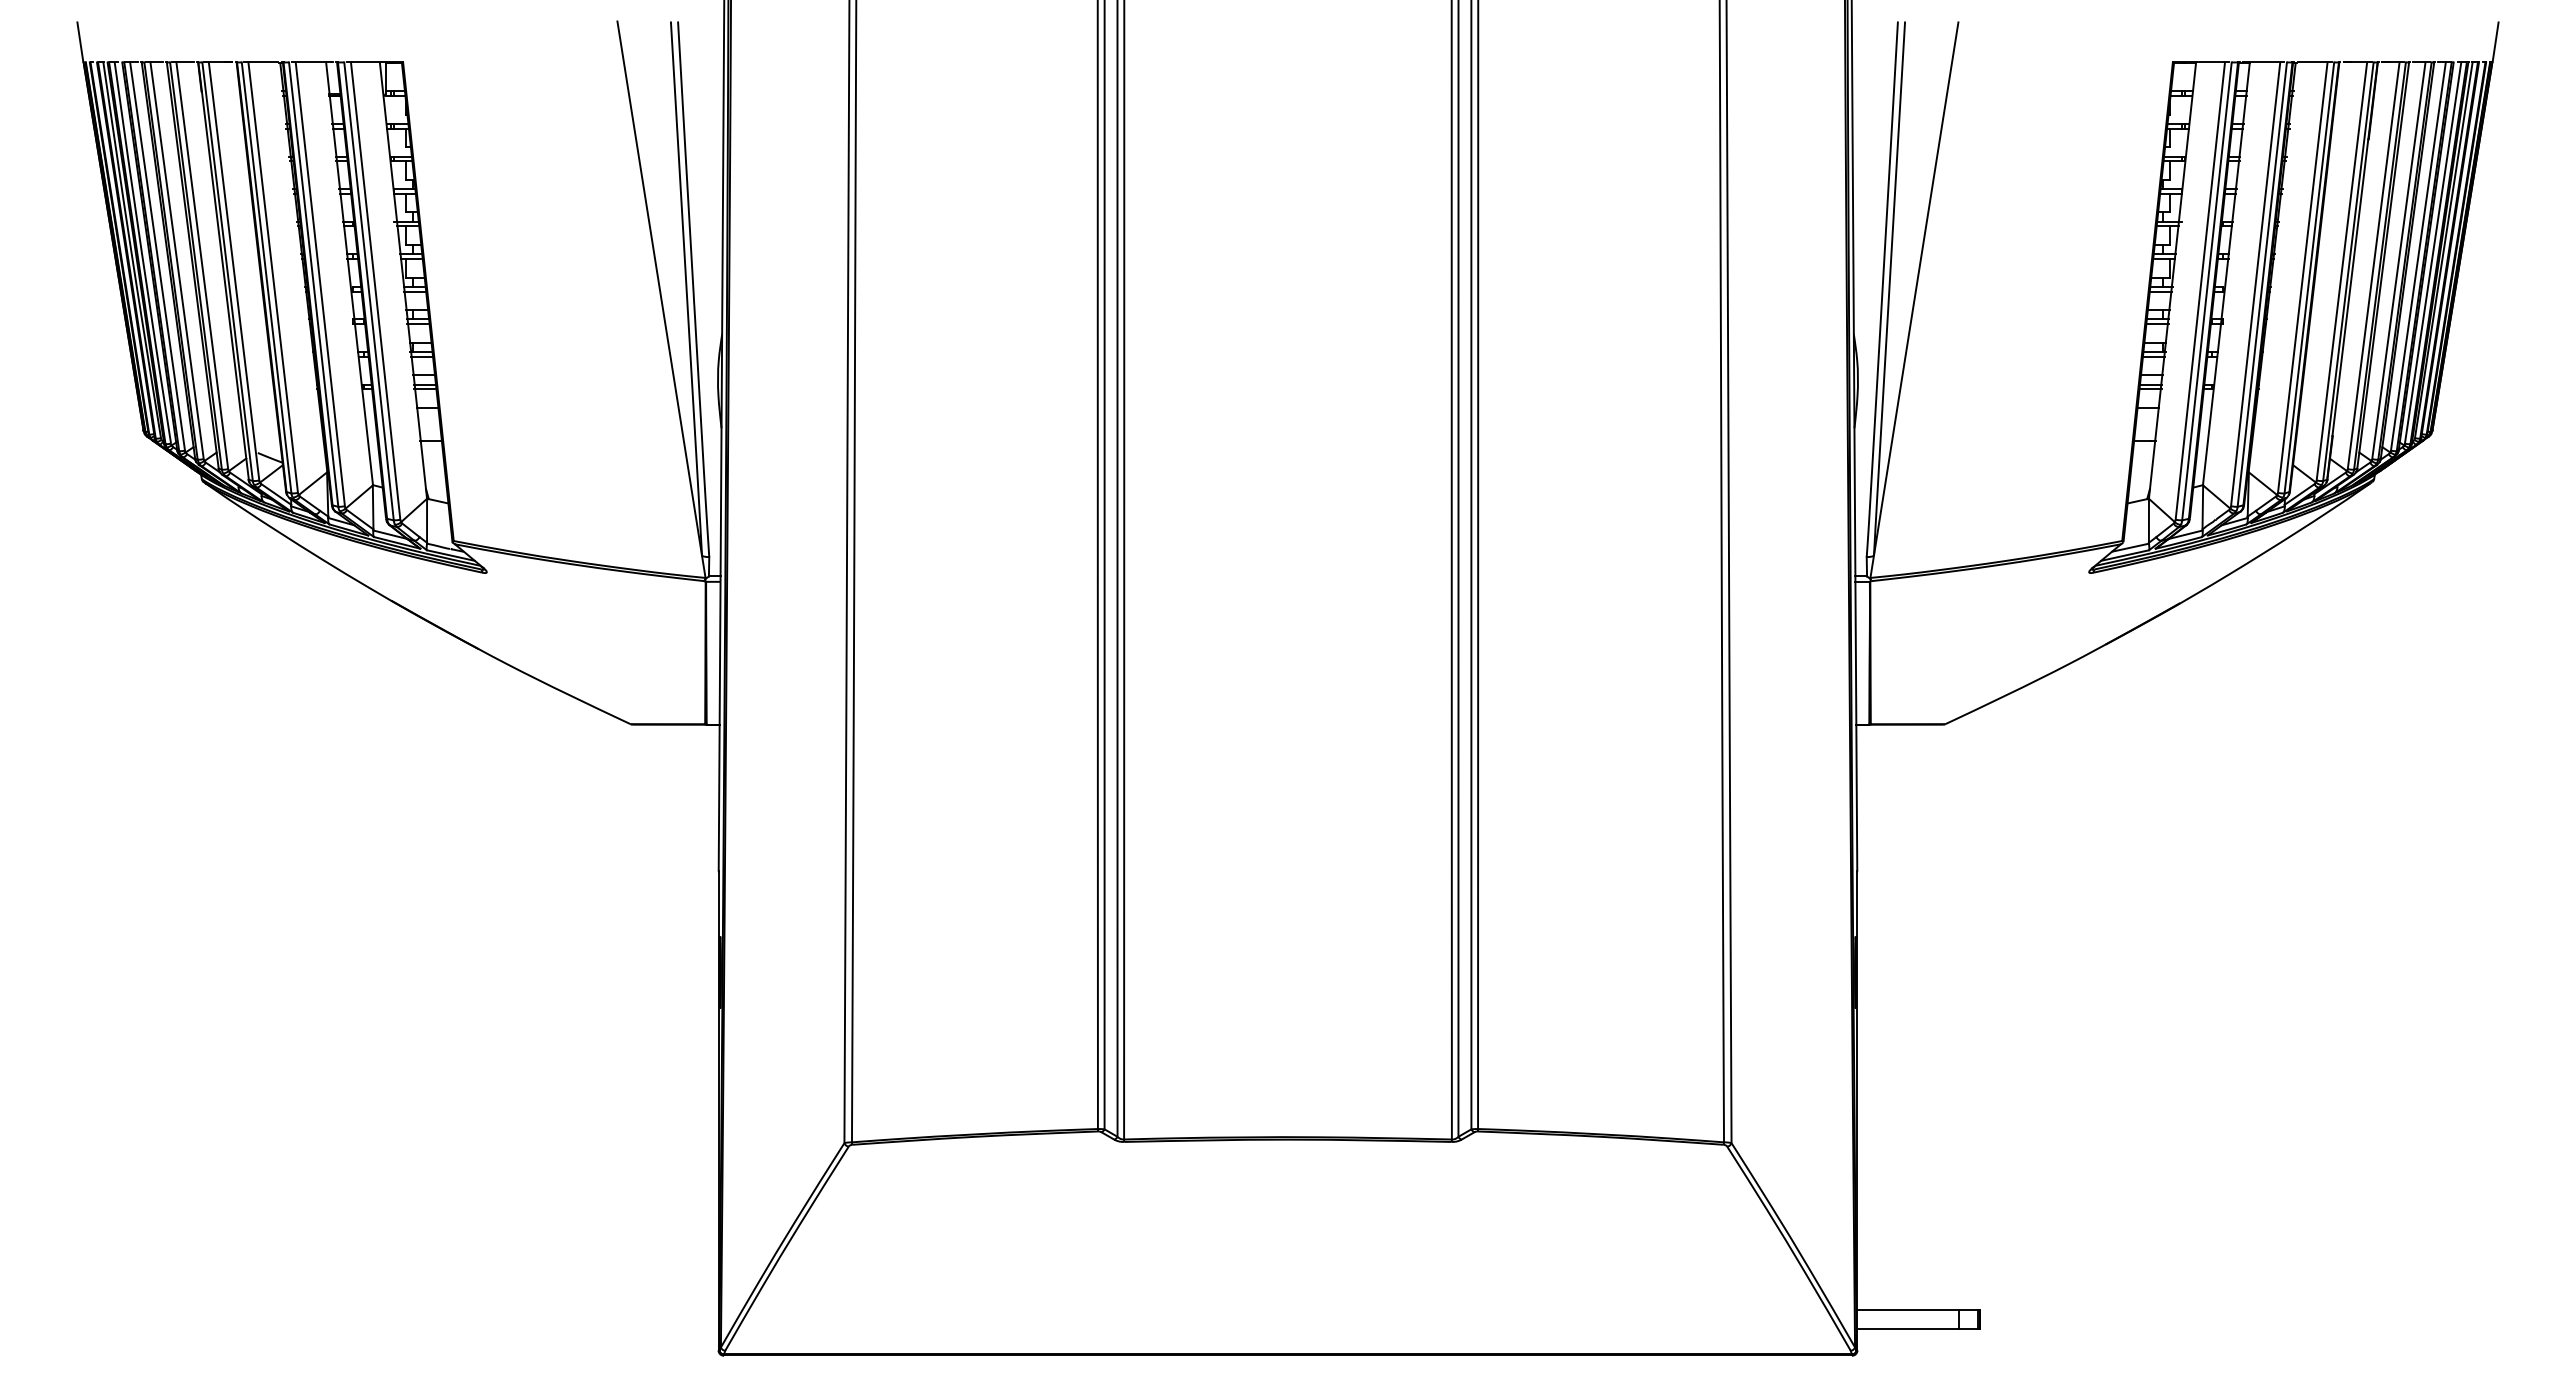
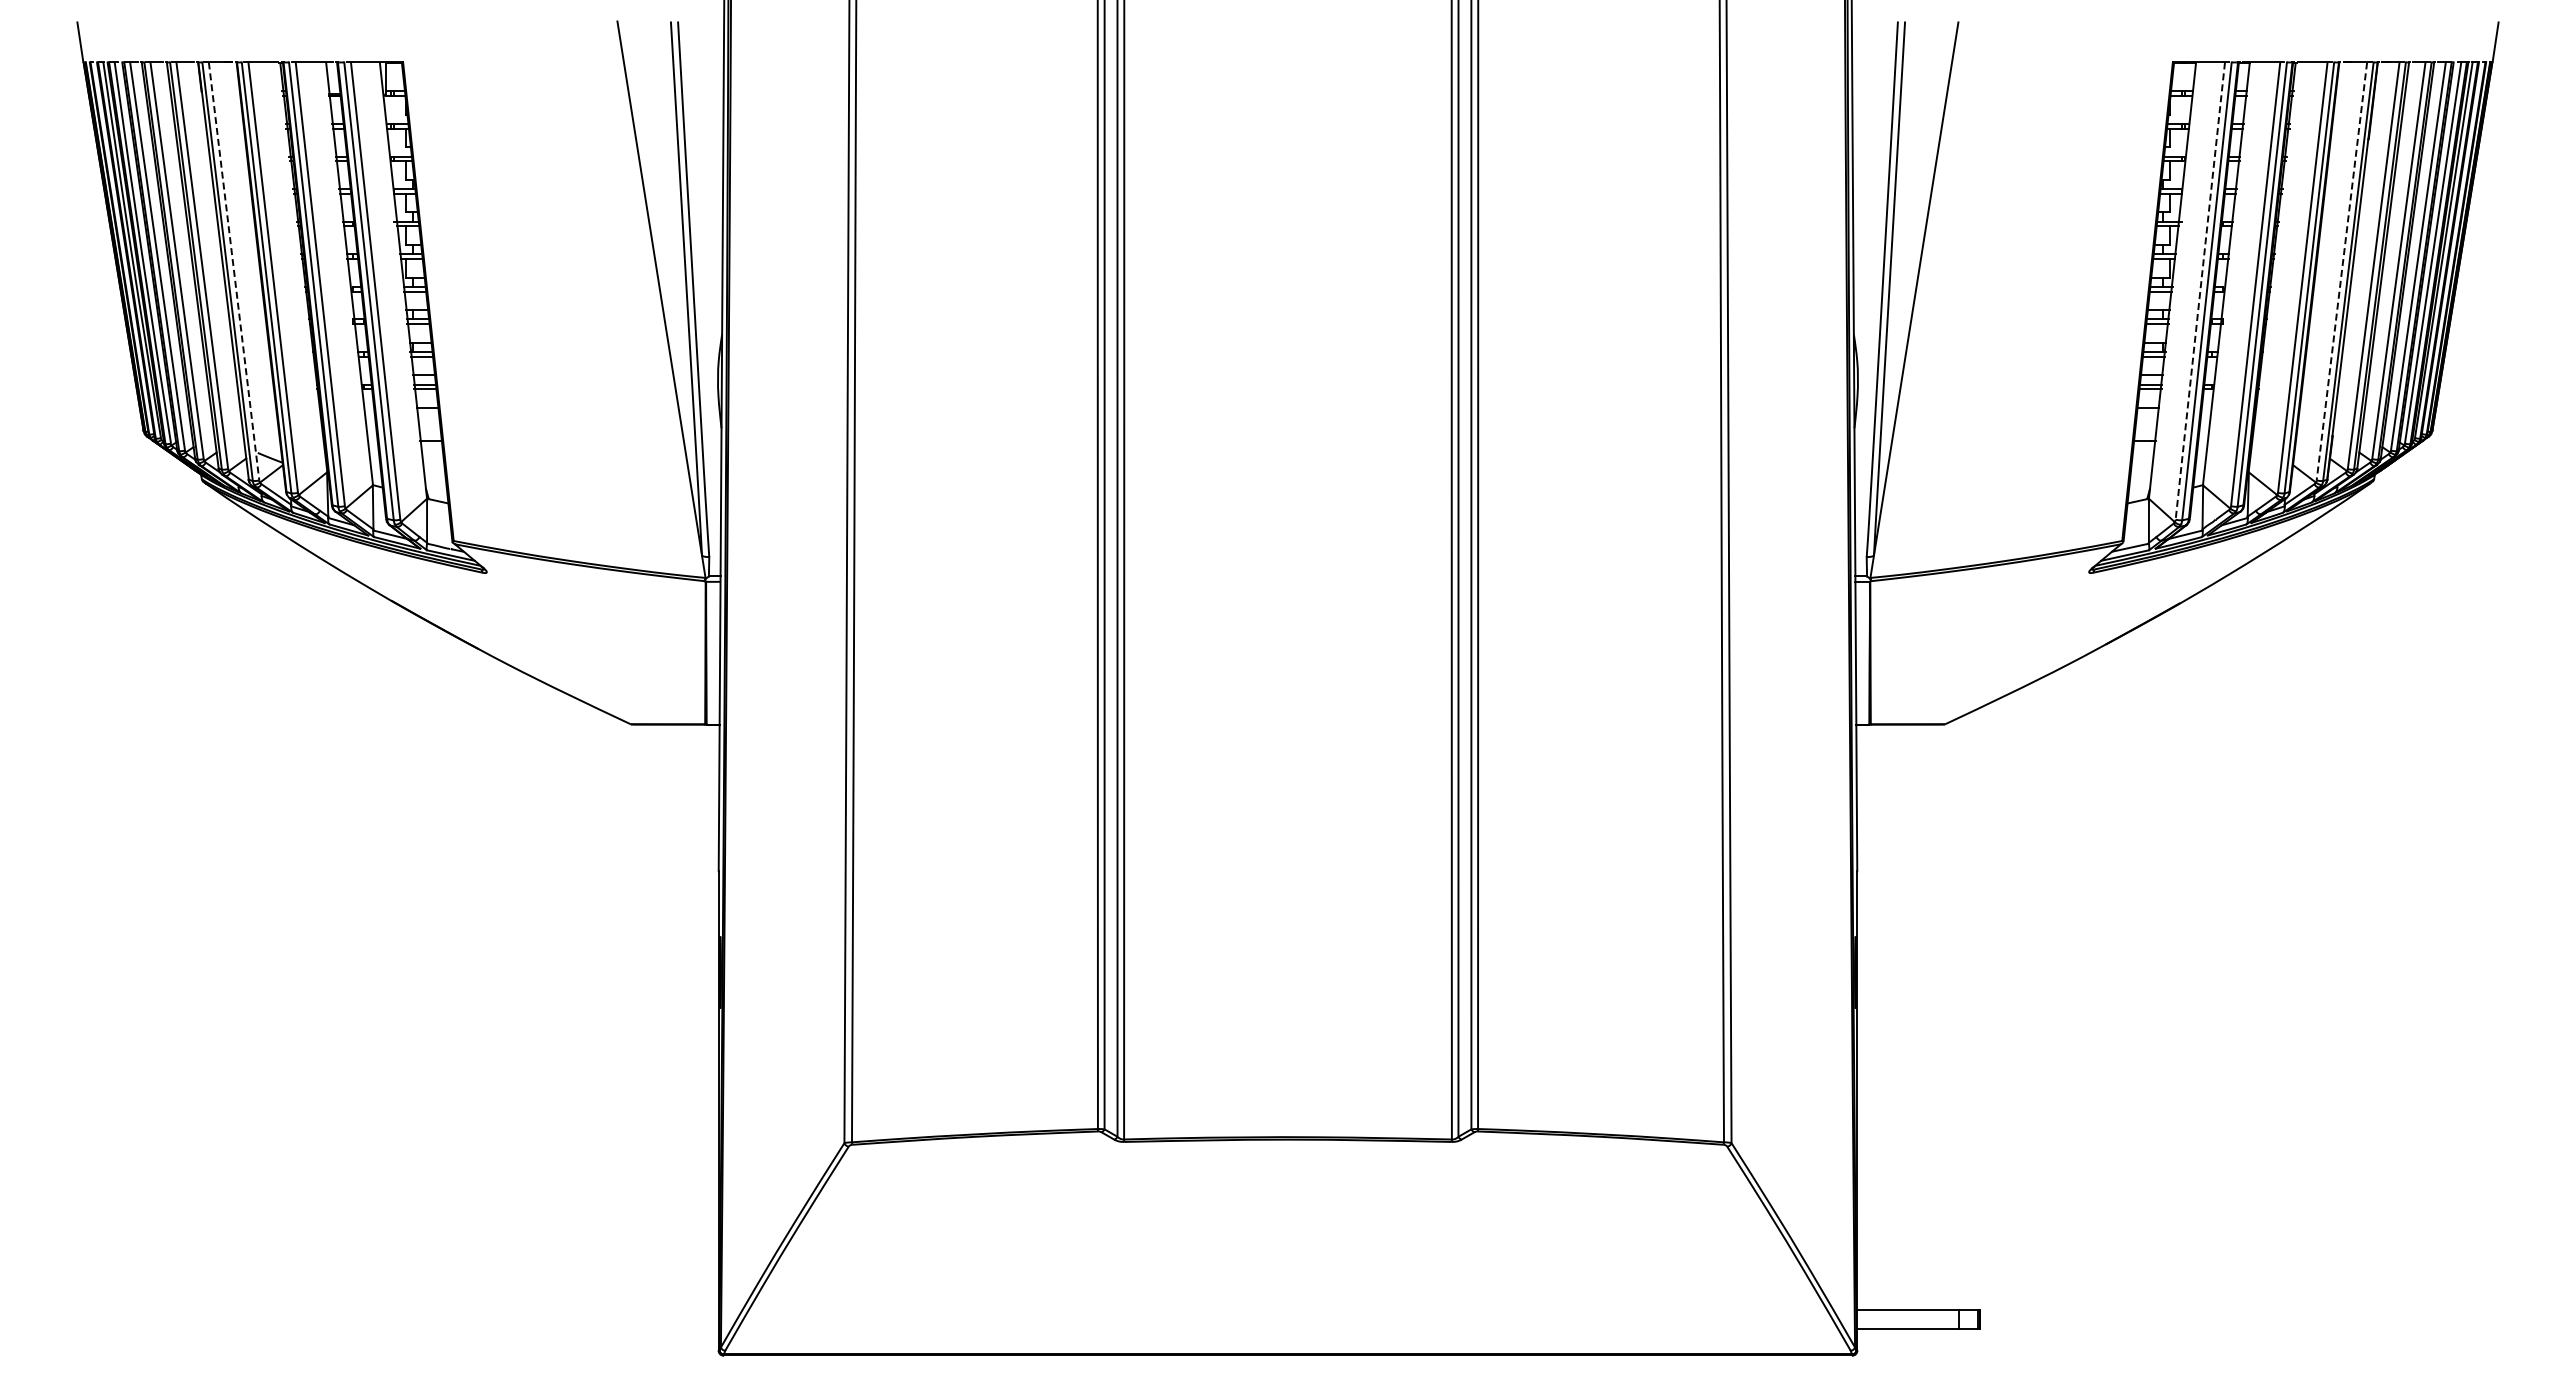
line at (234, 271): solid -> dashed
line at (2341, 271): solid -> dashed
line at (2200, 291): solid -> dashed
